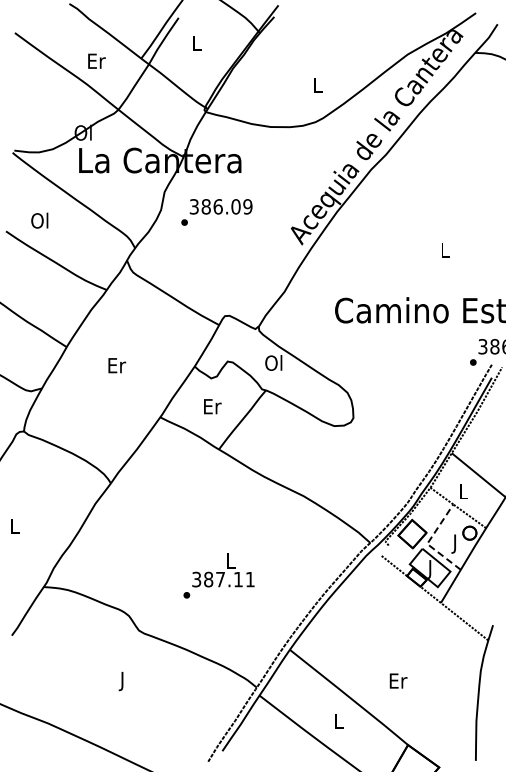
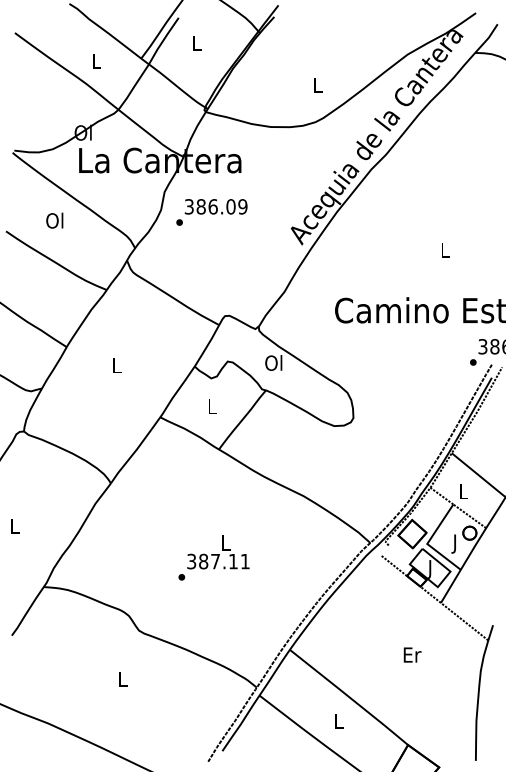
text at (96, 60): Er -> L
text at (216, 212) position: (216, 212) -> (211, 212)
text at (39, 220) position: (39, 220) -> (54, 220)
text at (117, 365): Er -> L
text at (212, 406): Er -> L
line at (428, 542): dashed -> solid
text at (218, 575) position: (218, 575) -> (213, 557)
text at (398, 680) position: (398, 680) -> (412, 654)
text at (122, 681): J -> L
